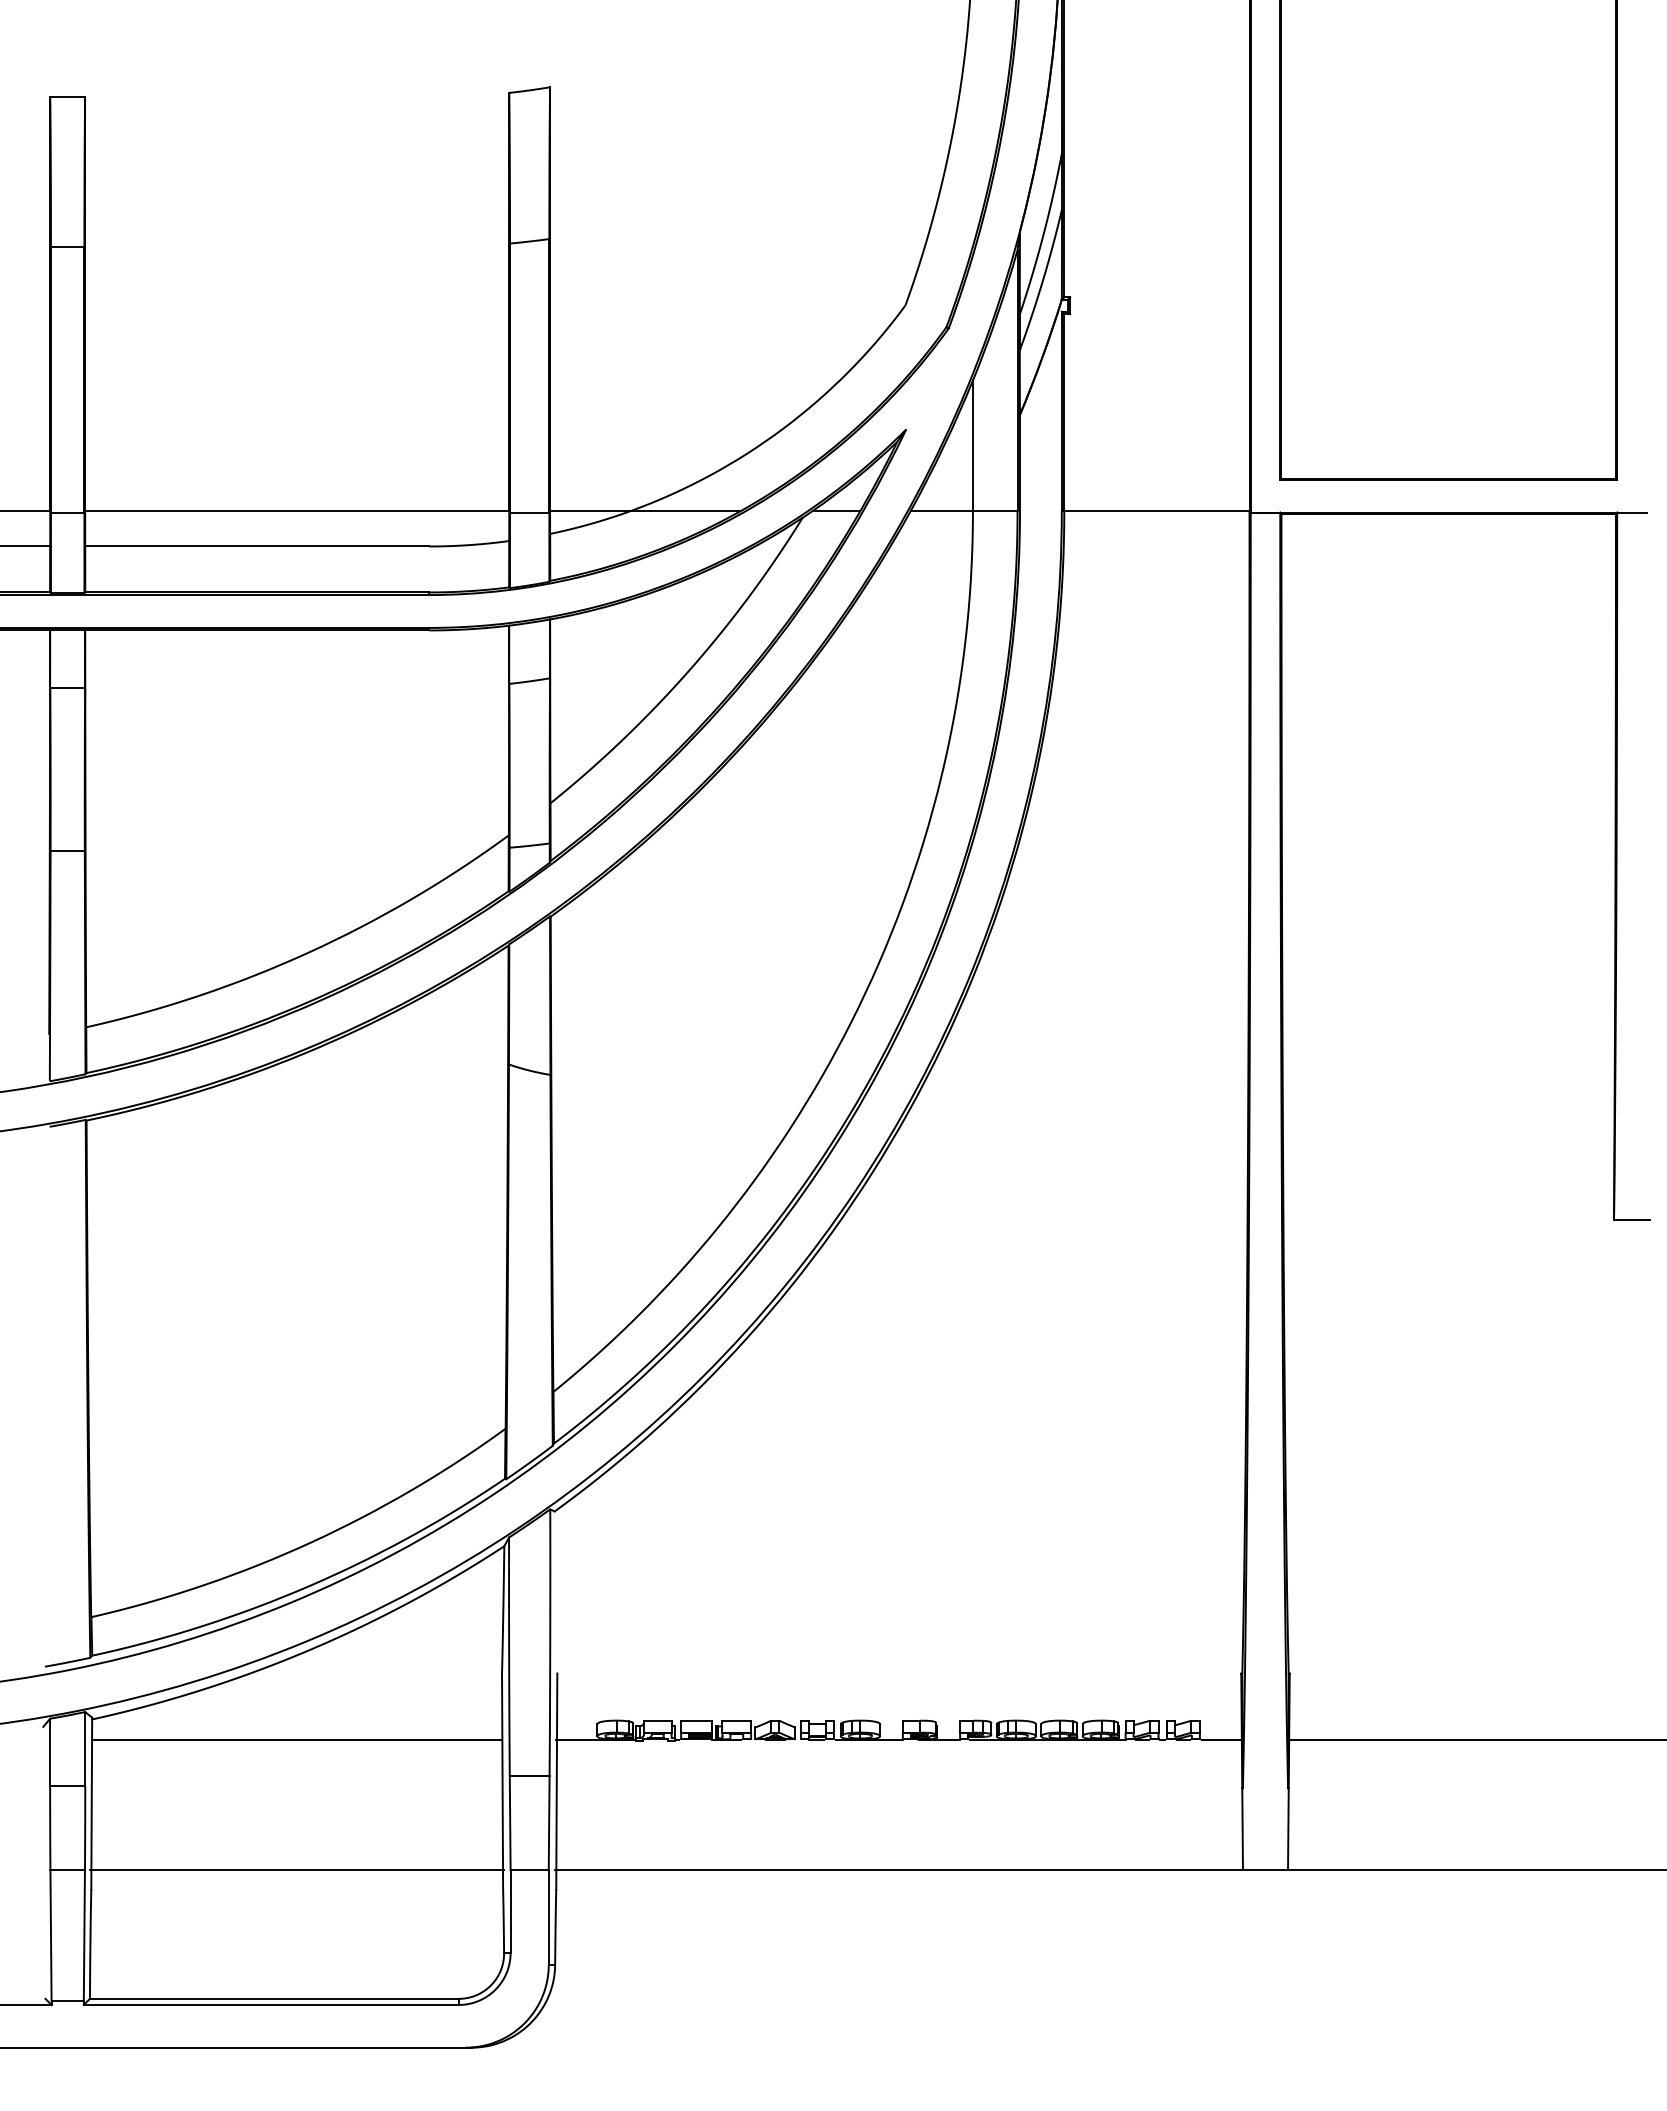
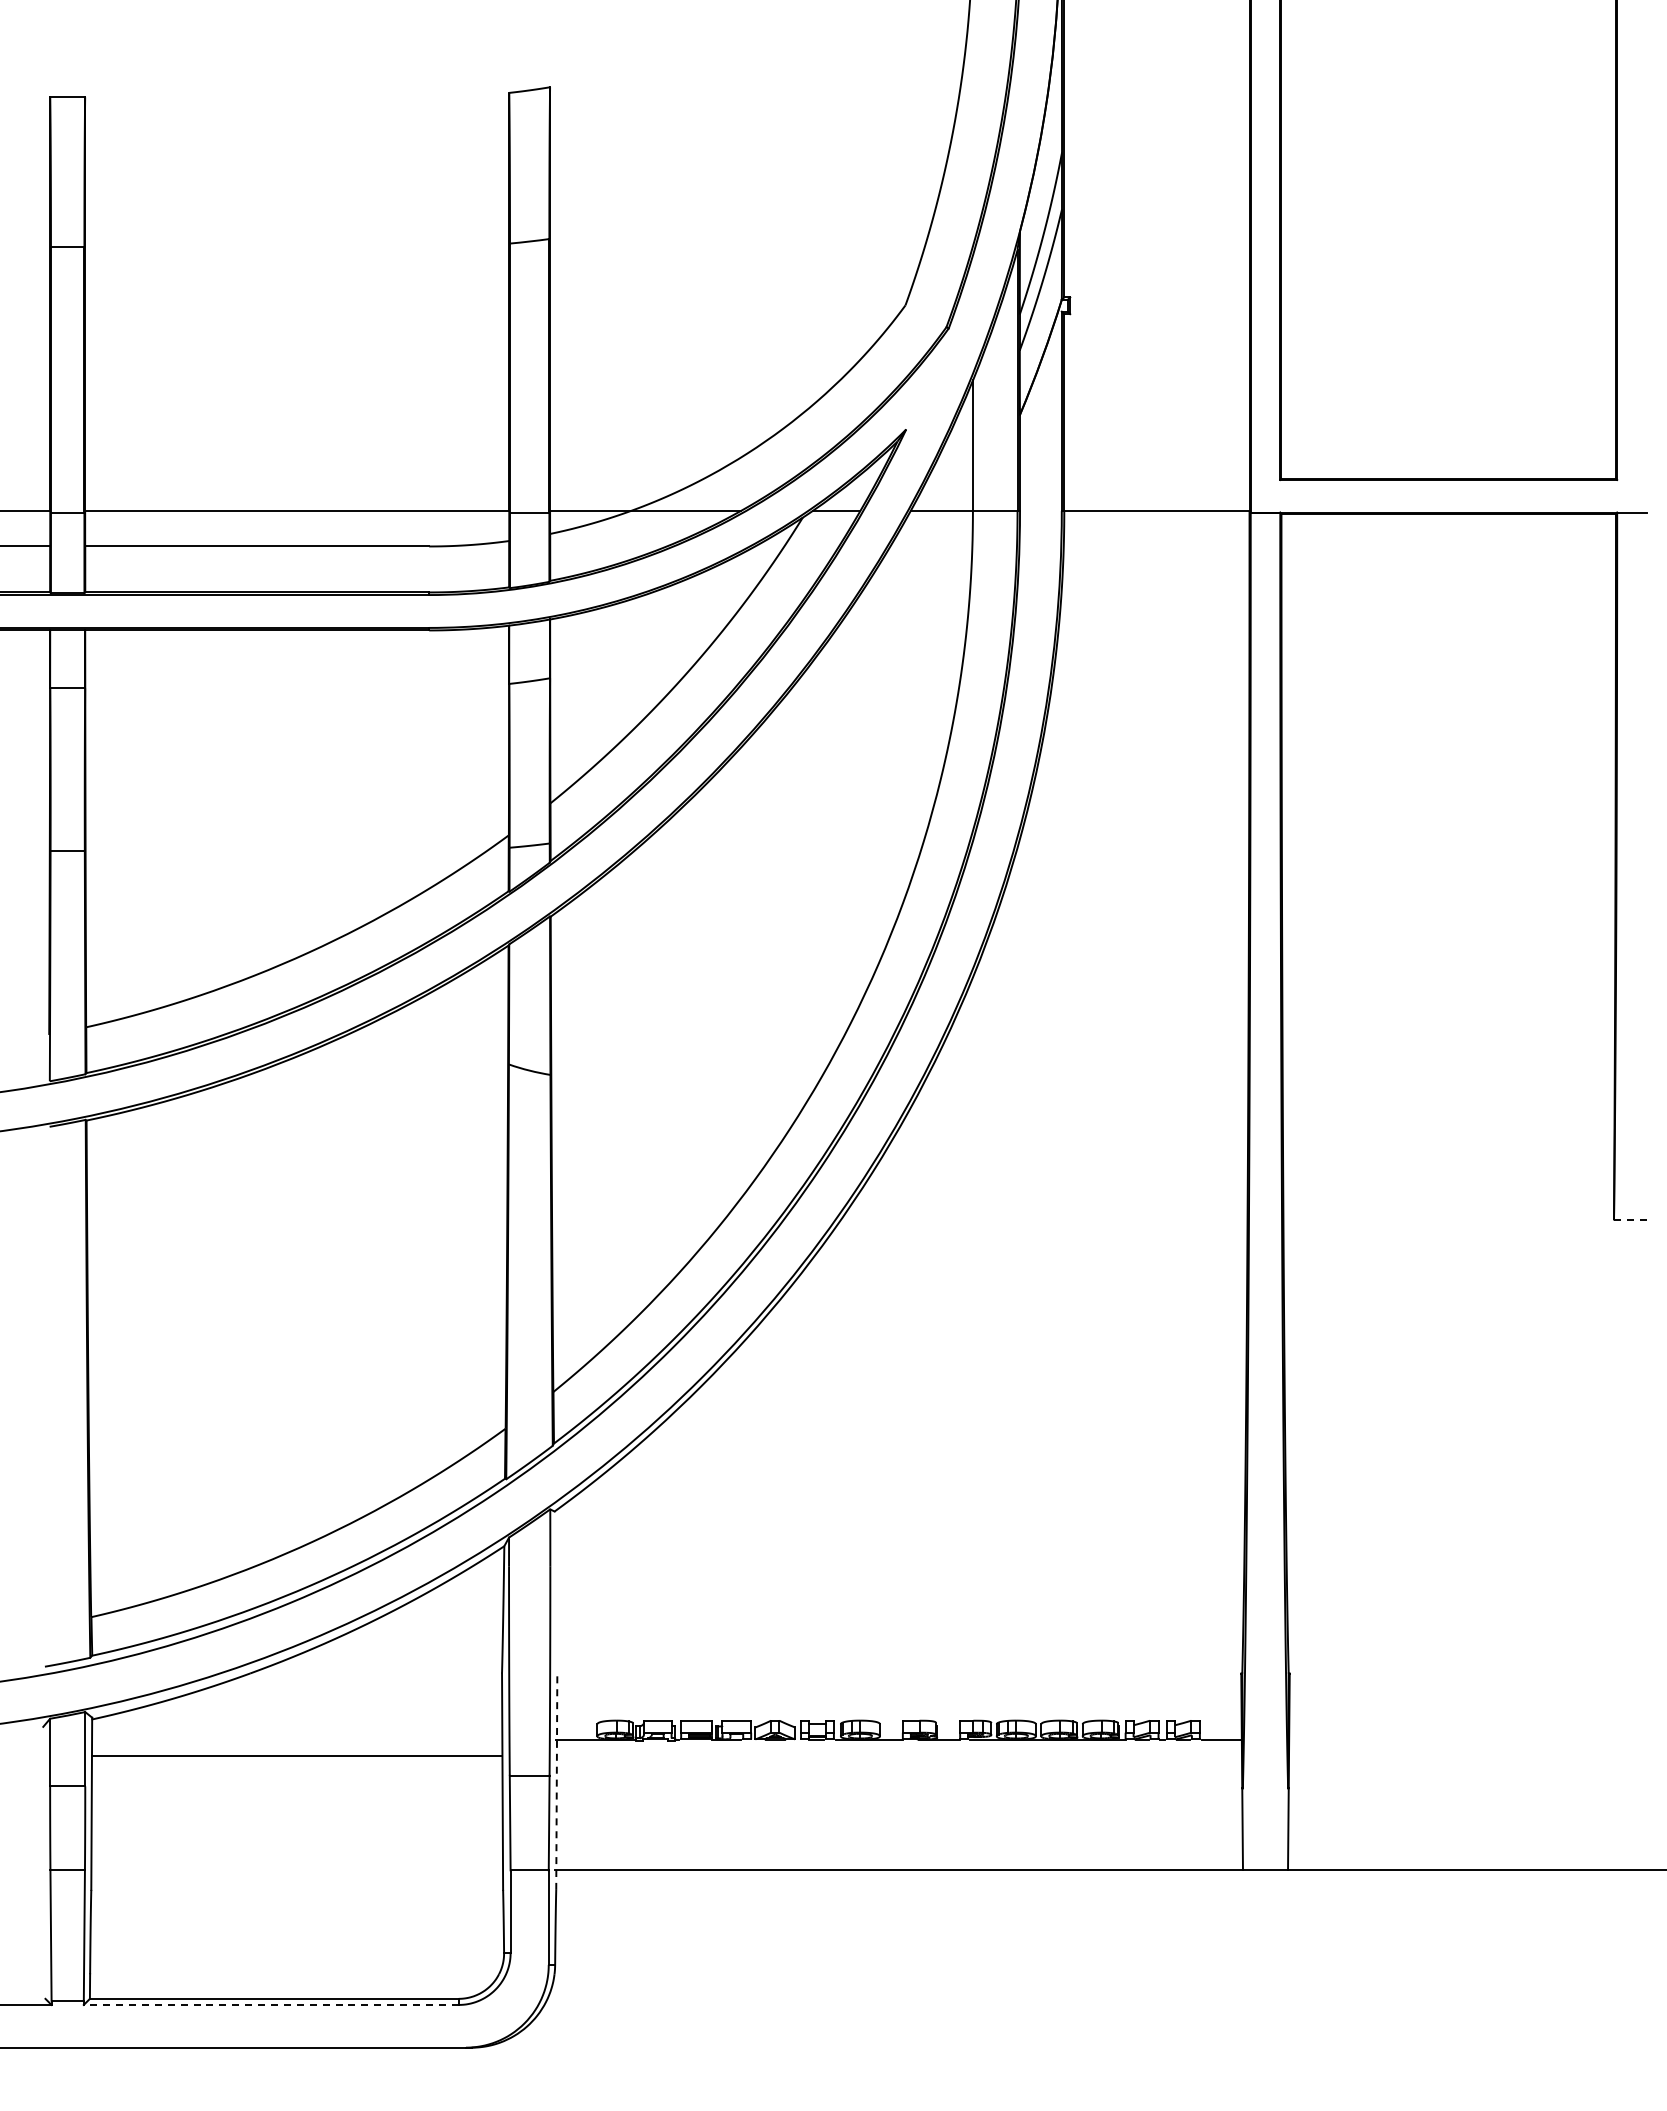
line at (1631, 1220): solid -> dashed
line at (297, 1740) position: (297, 1740) -> (297, 1756)
line at (1476, 1740): present -> none
line at (556, 1781): solid -> dashed
line at (297, 1870): present -> none
line at (270, 2004): solid -> dashed
